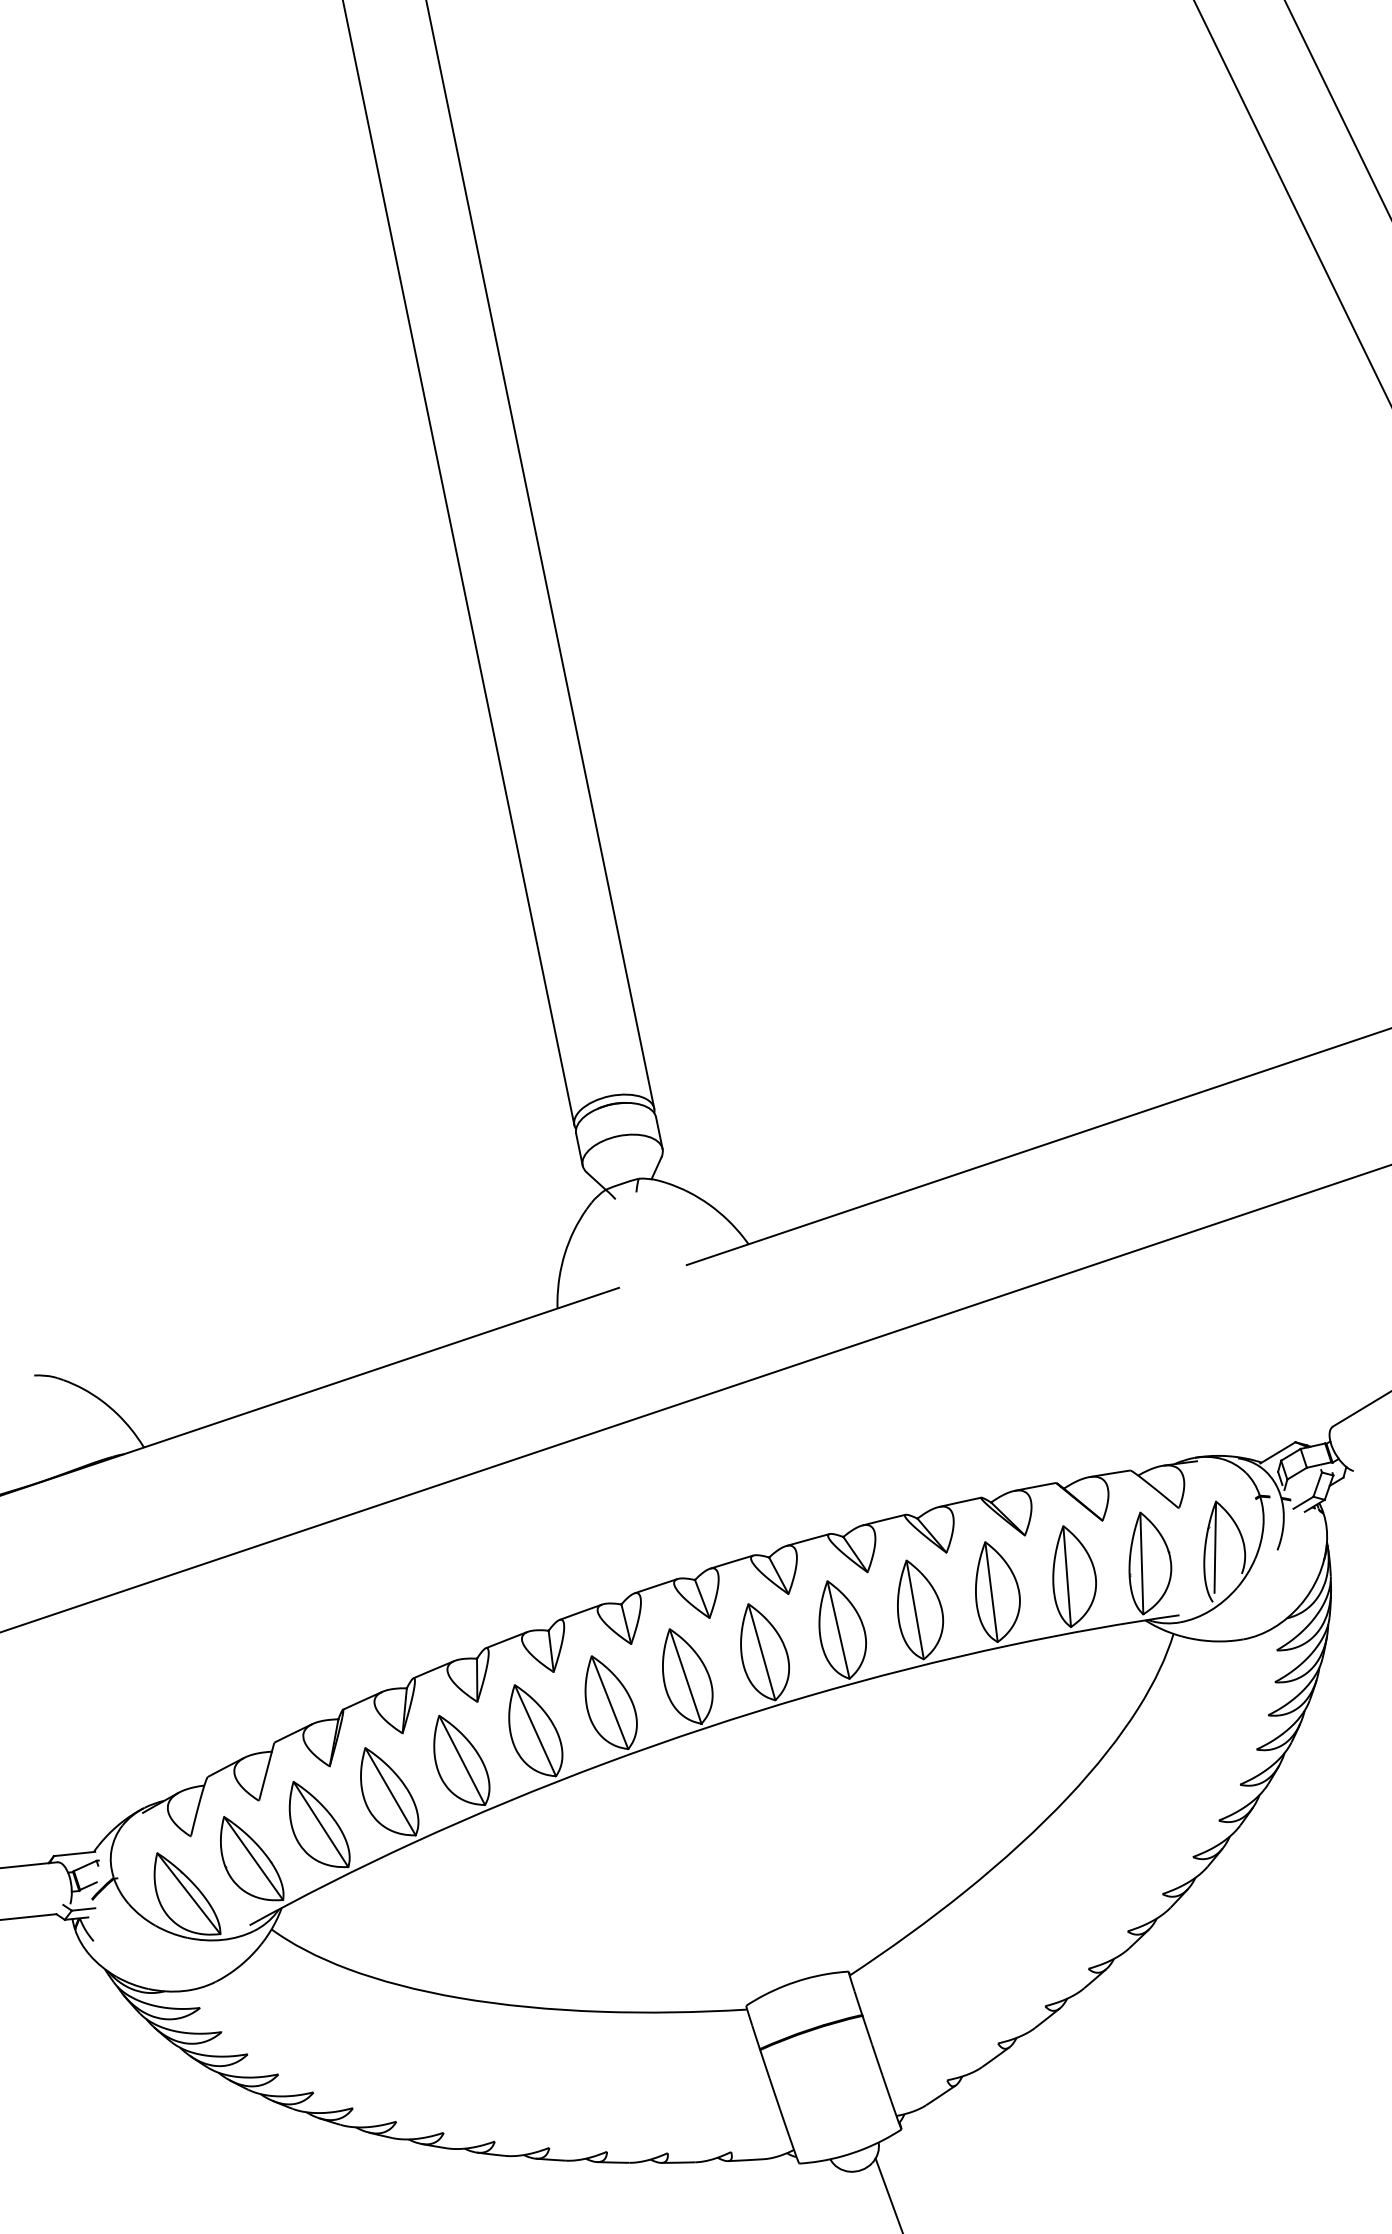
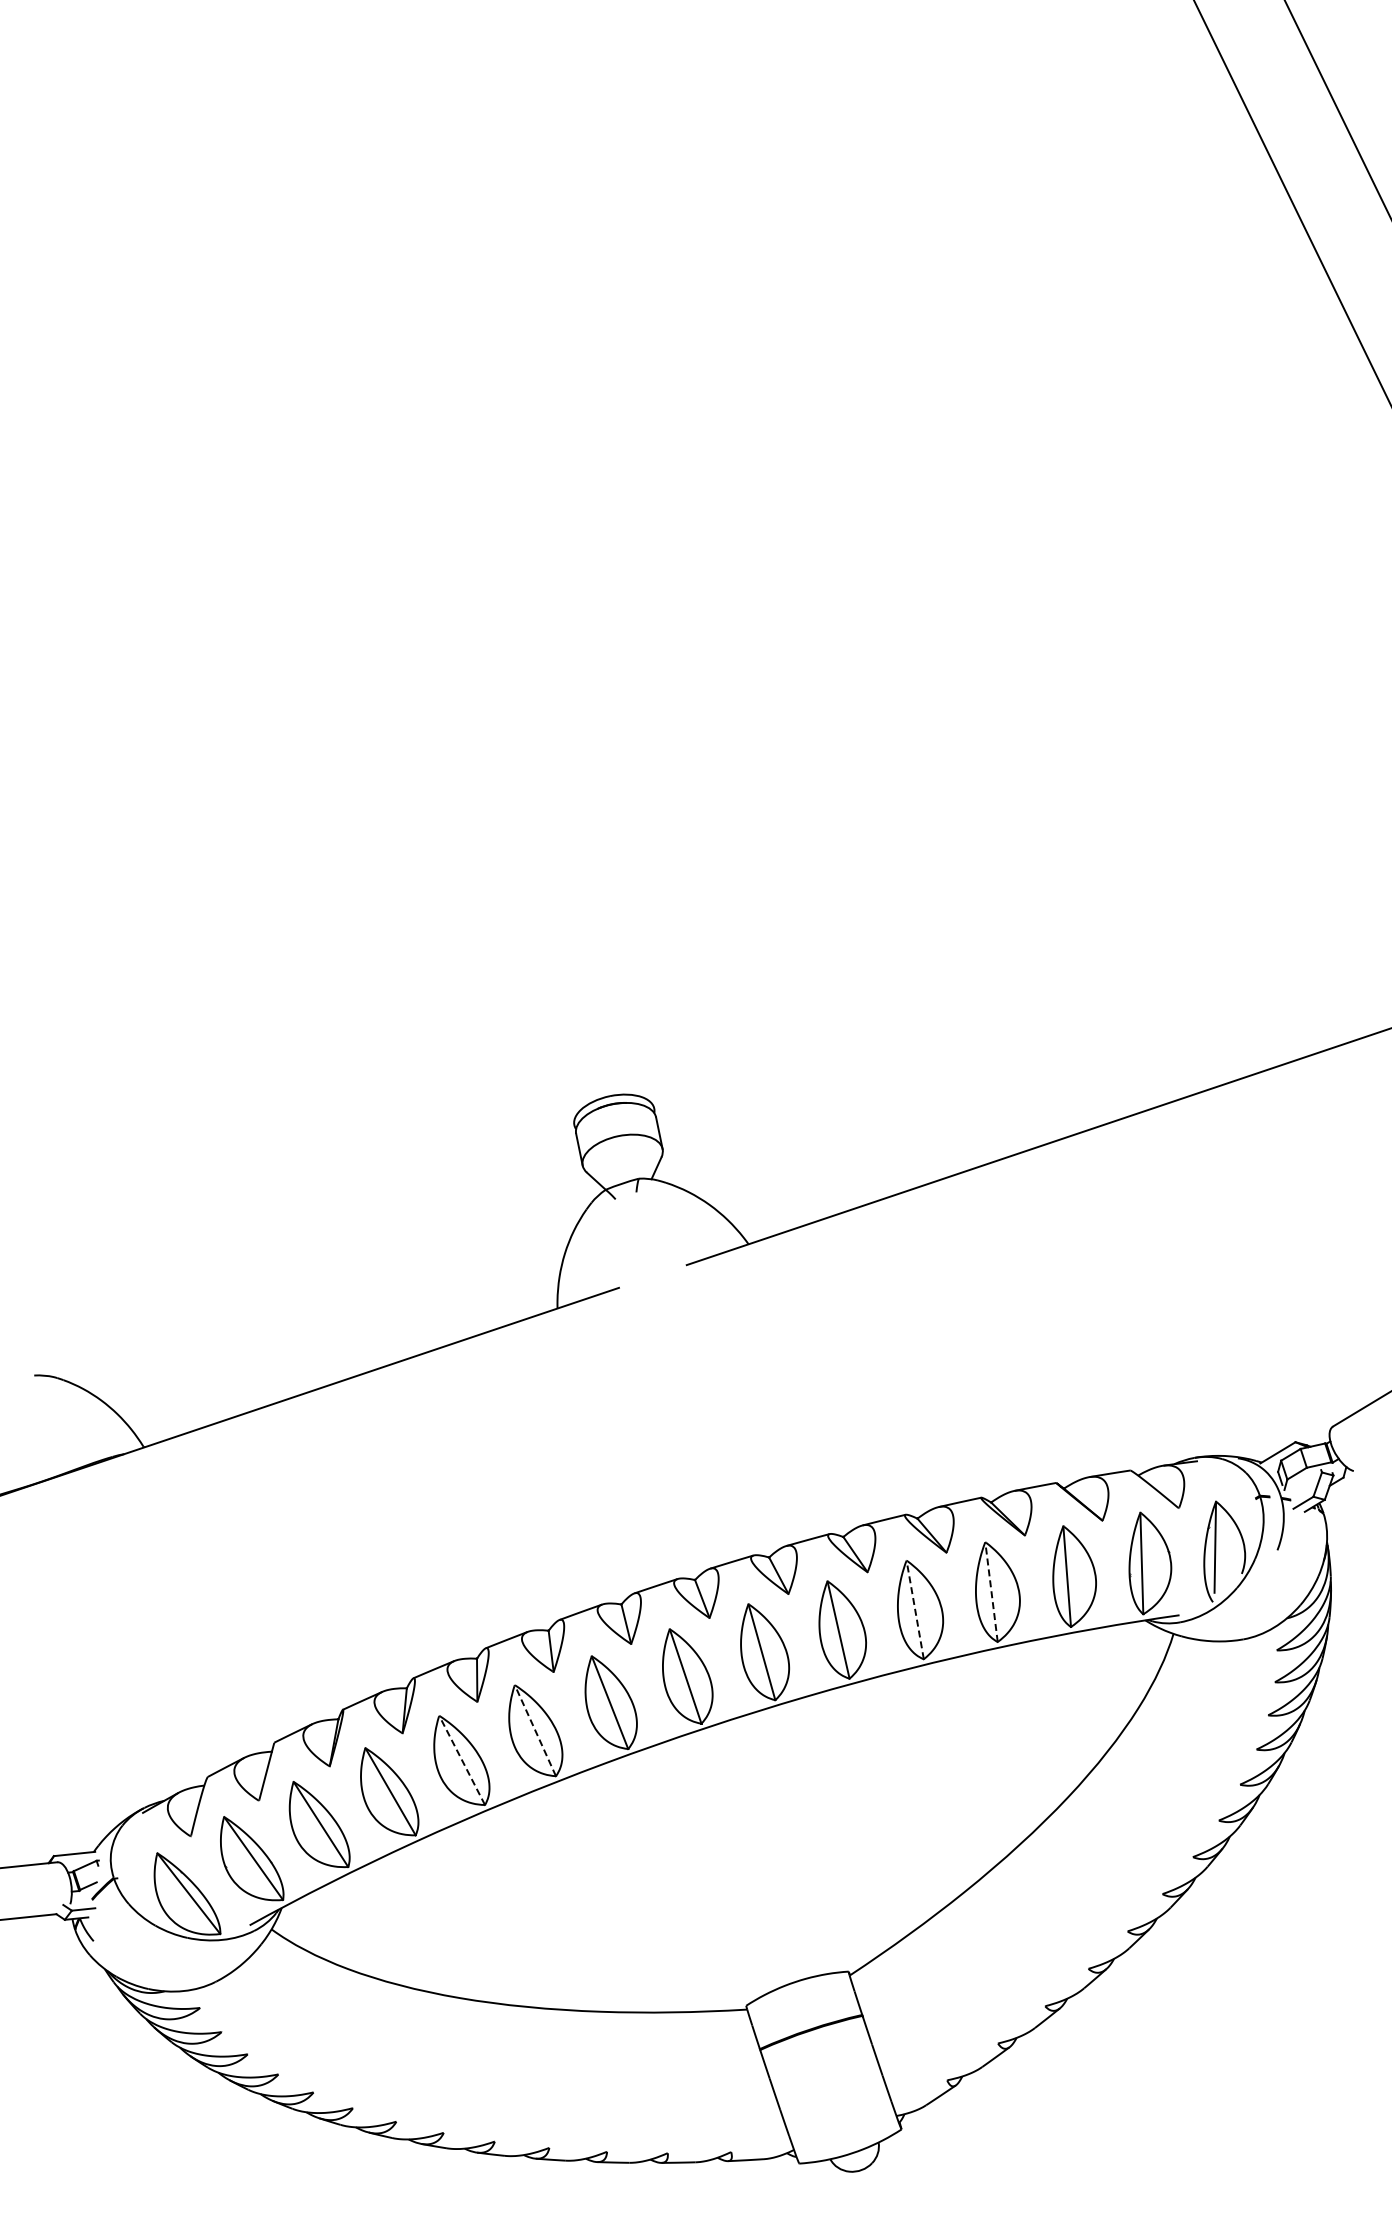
line at (540, 555): present -> none
line at (458, 563): present -> none
line at (695, 1398): present -> none
line at (991, 1591): solid -> dashed
line at (915, 1609): solid -> dashed
line at (535, 1730): solid -> dashed
line at (462, 1760): solid -> dashed
line at (888, 2194): present -> none
